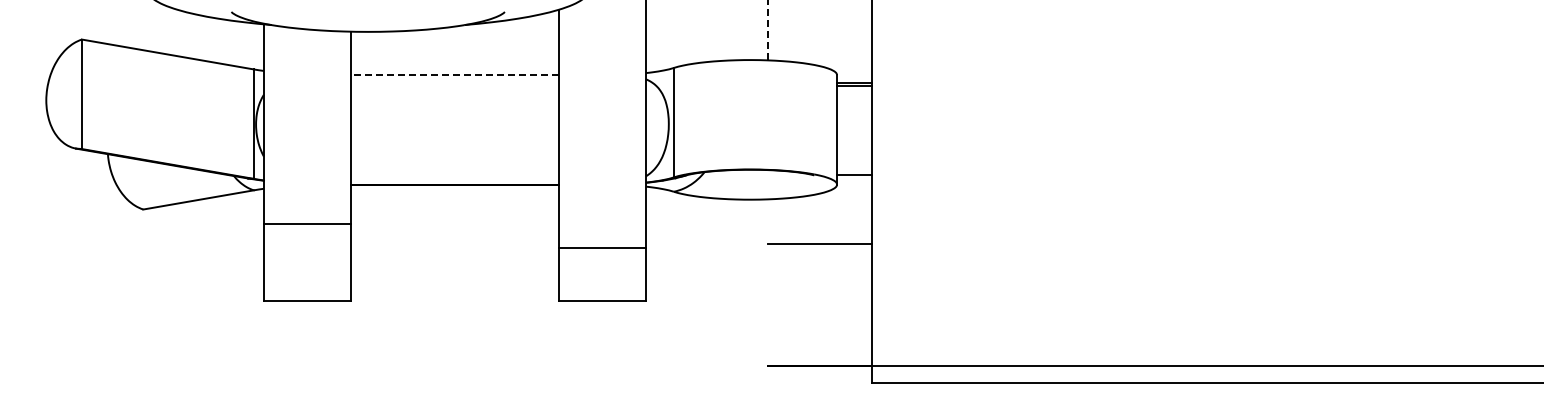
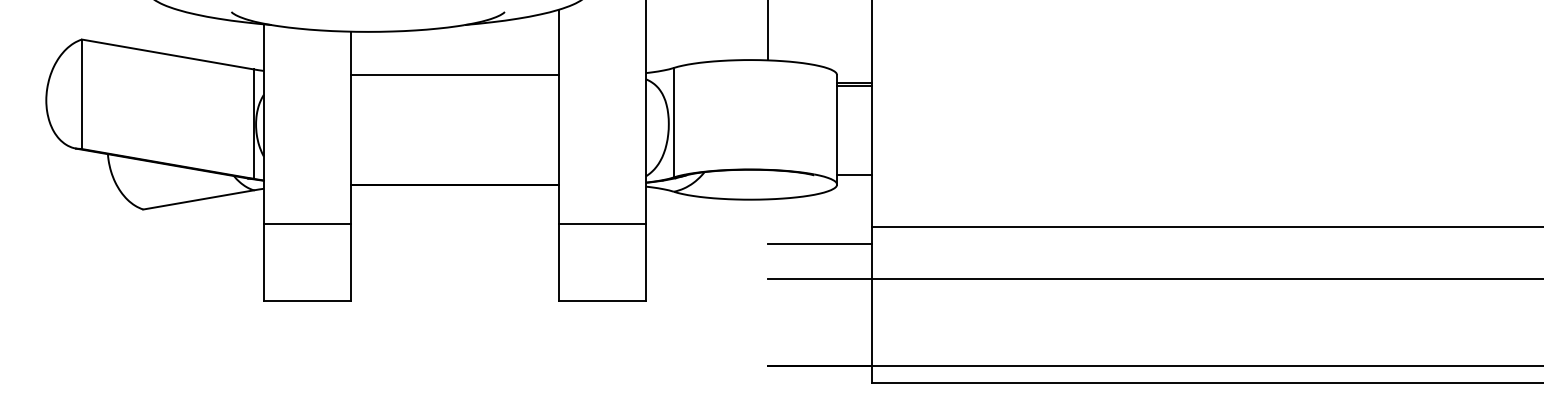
line at (767, 30): dashed -> solid
line at (454, 75): dashed -> solid
line at (1205, 226): none -> present
line at (602, 248) position: (602, 248) -> (602, 224)
line at (1153, 278): none -> present
